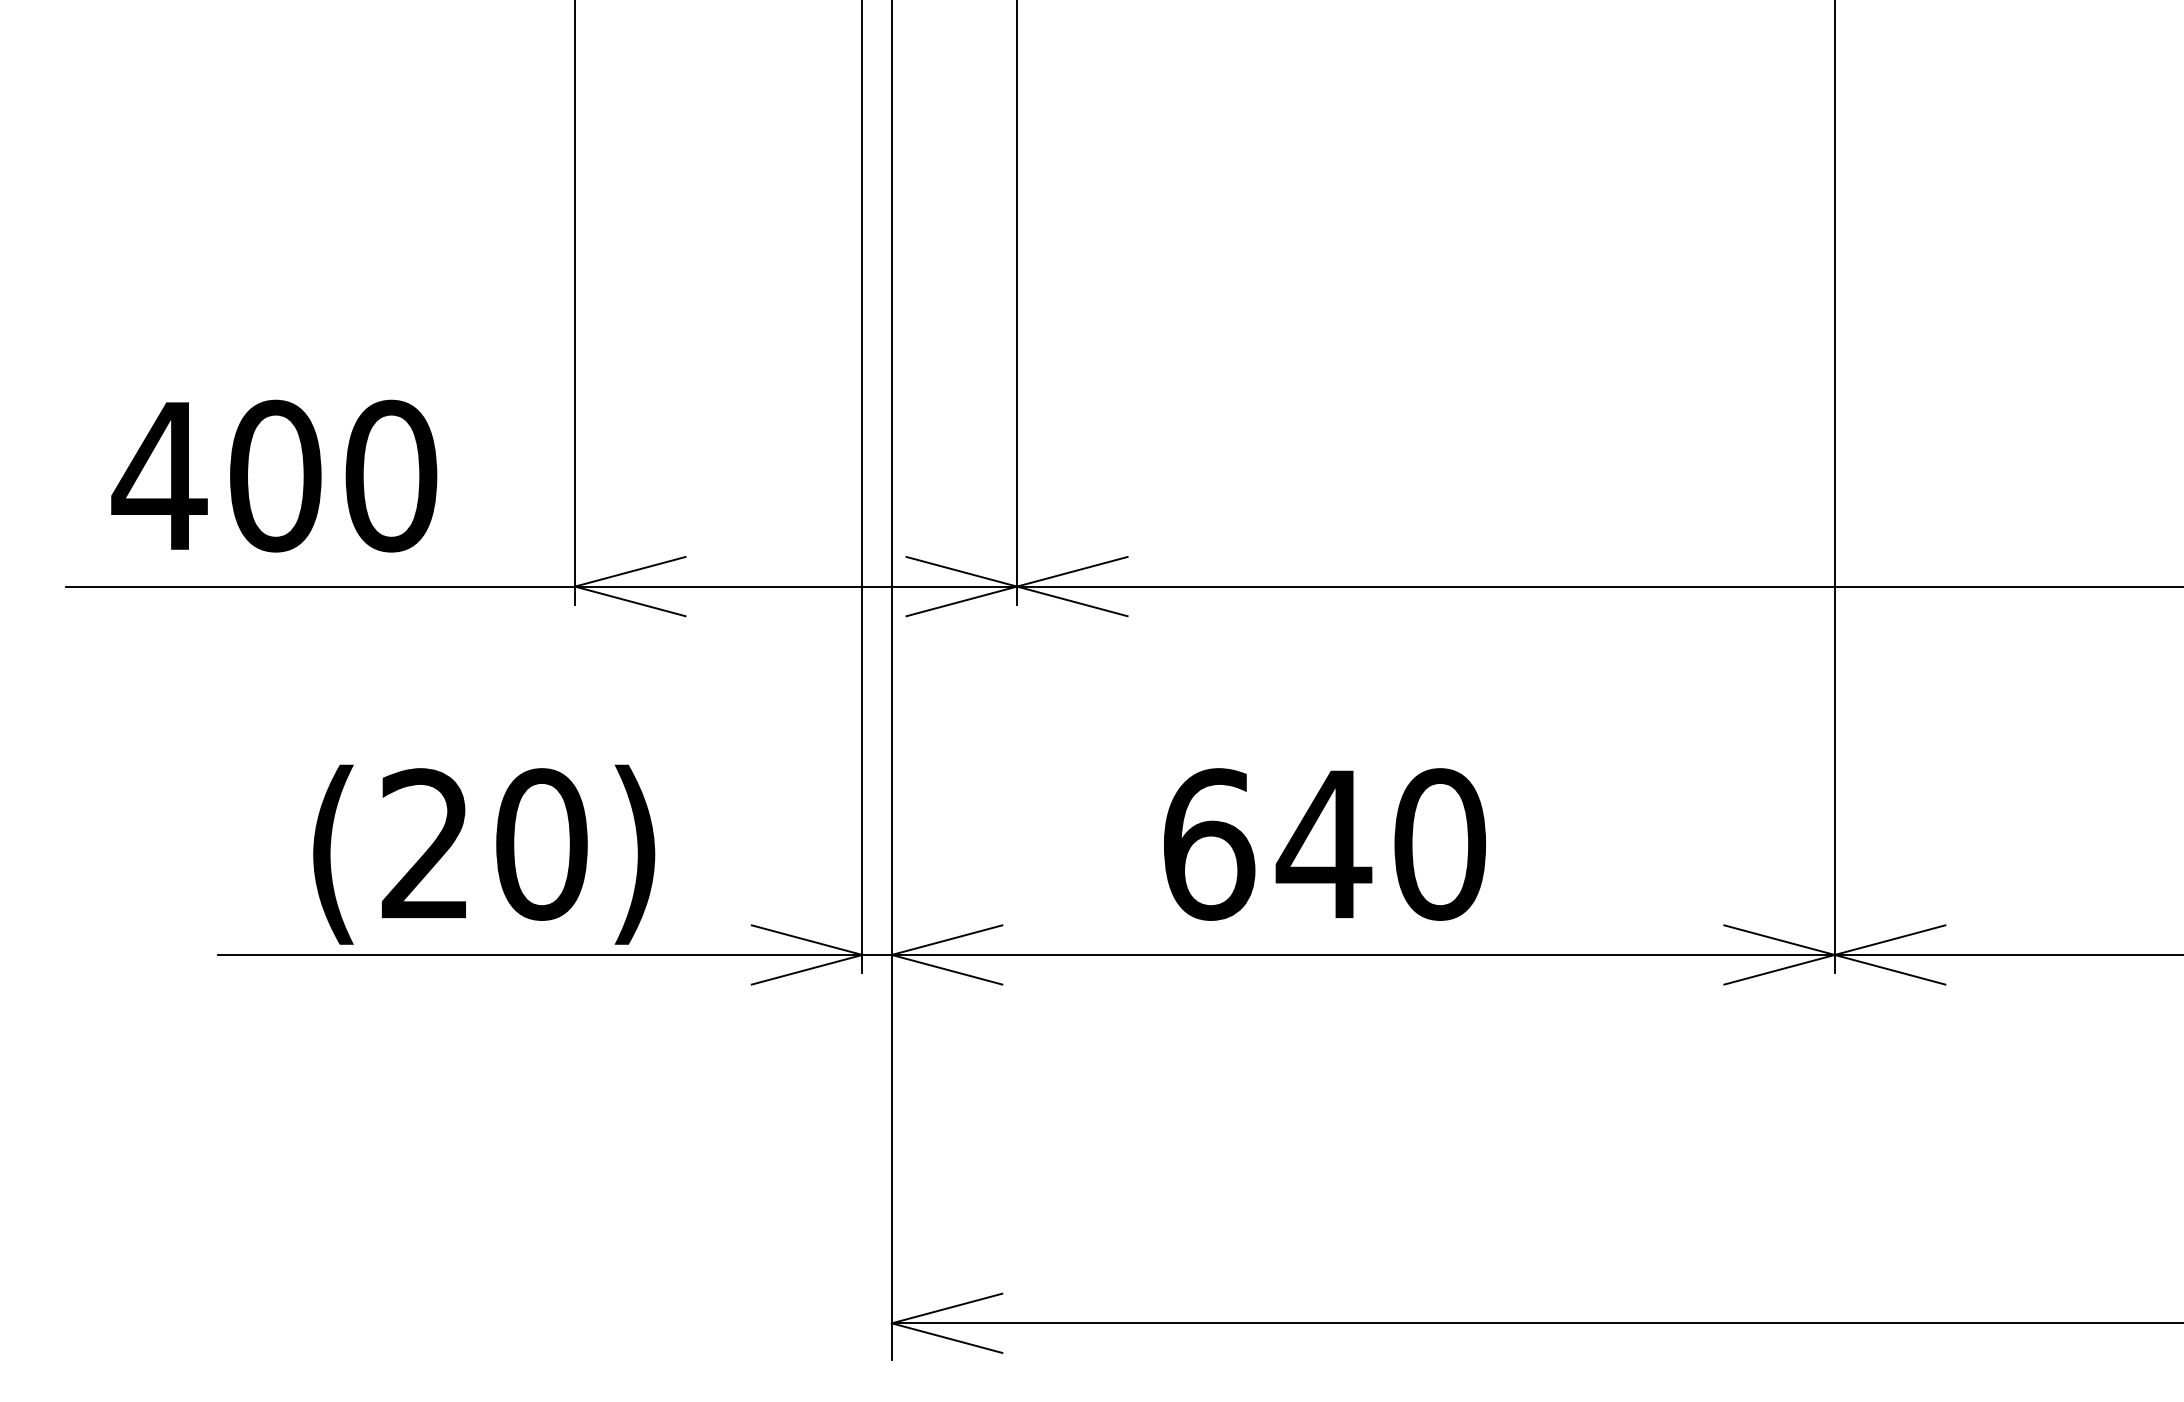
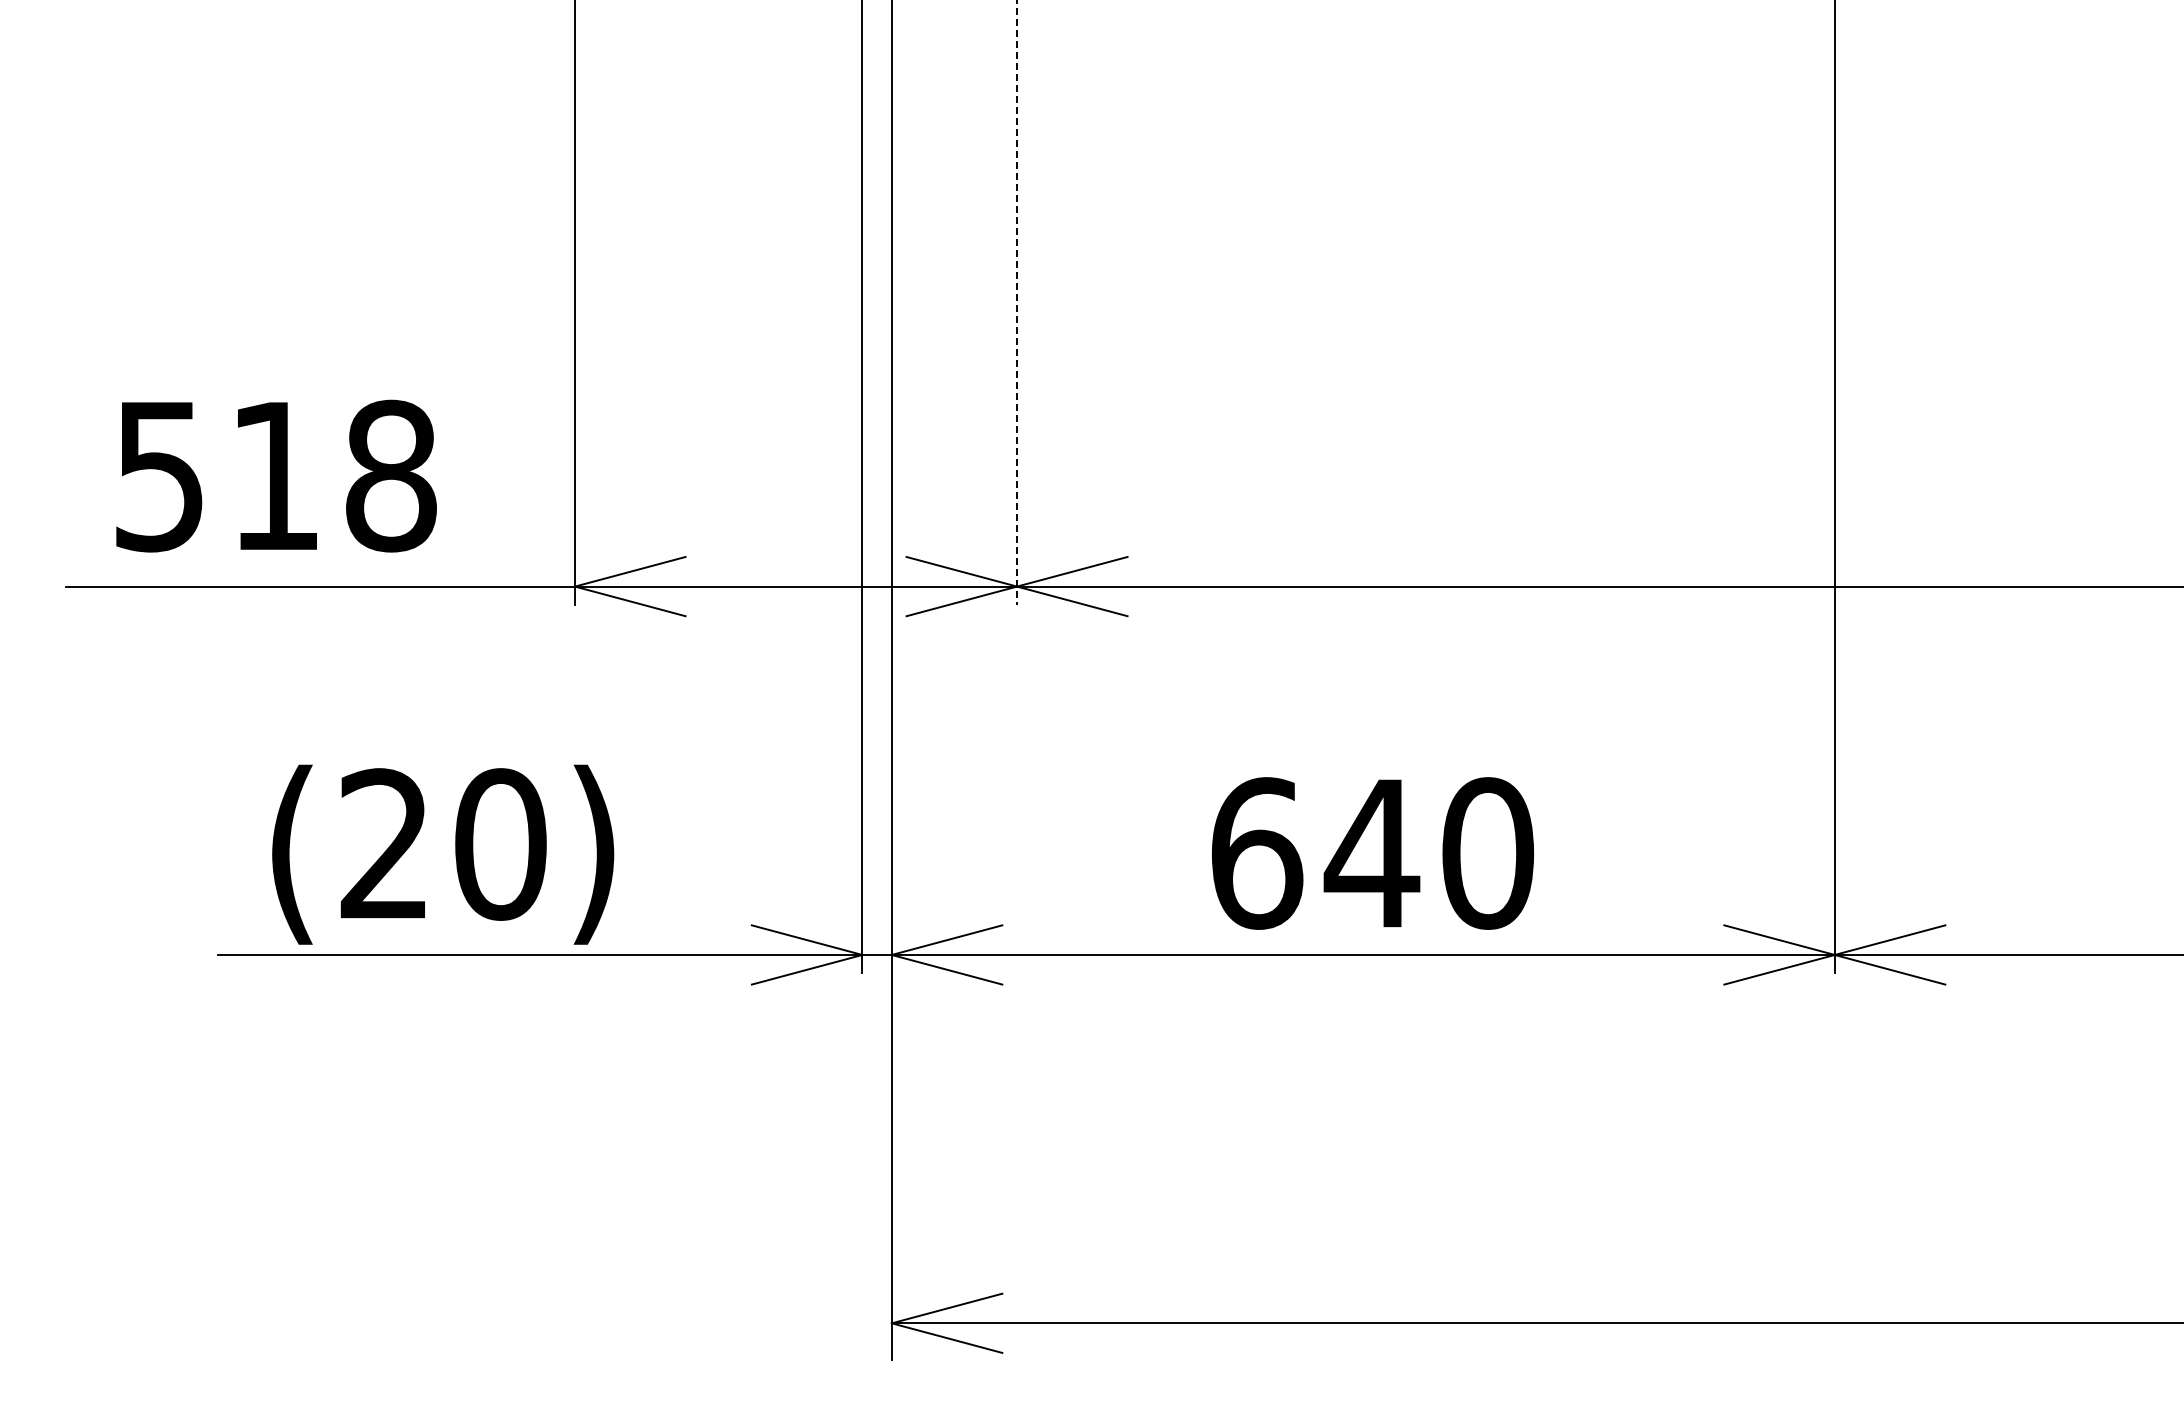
line at (1017, 303): solid -> dashed
text at (274, 475): 400 -> 518
text at (1324, 844) position: (1324, 844) -> (1372, 853)
text at (484, 854) position: (484, 854) -> (443, 854)
